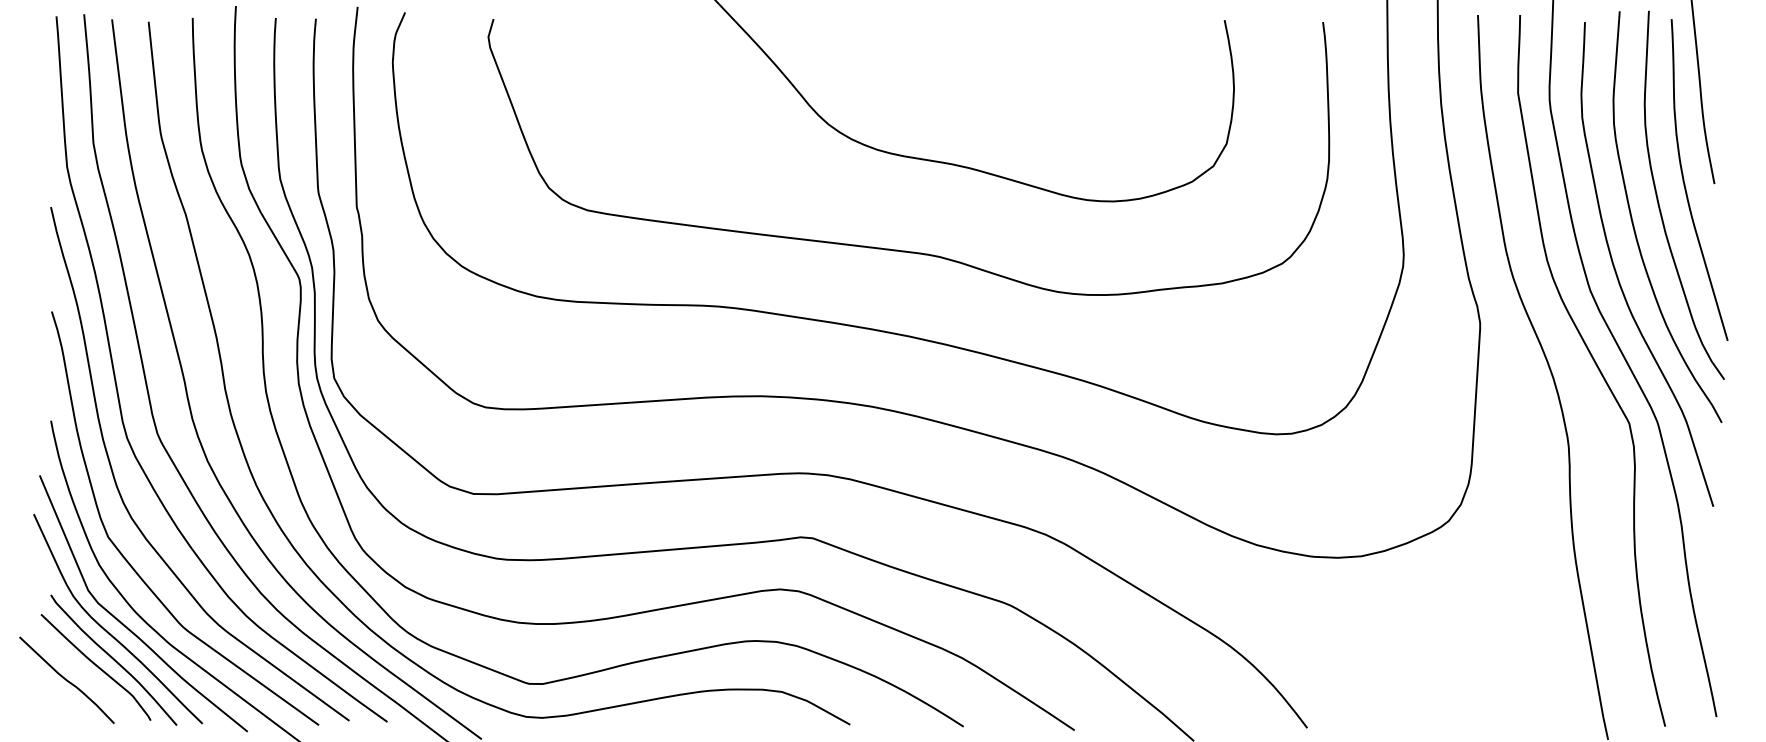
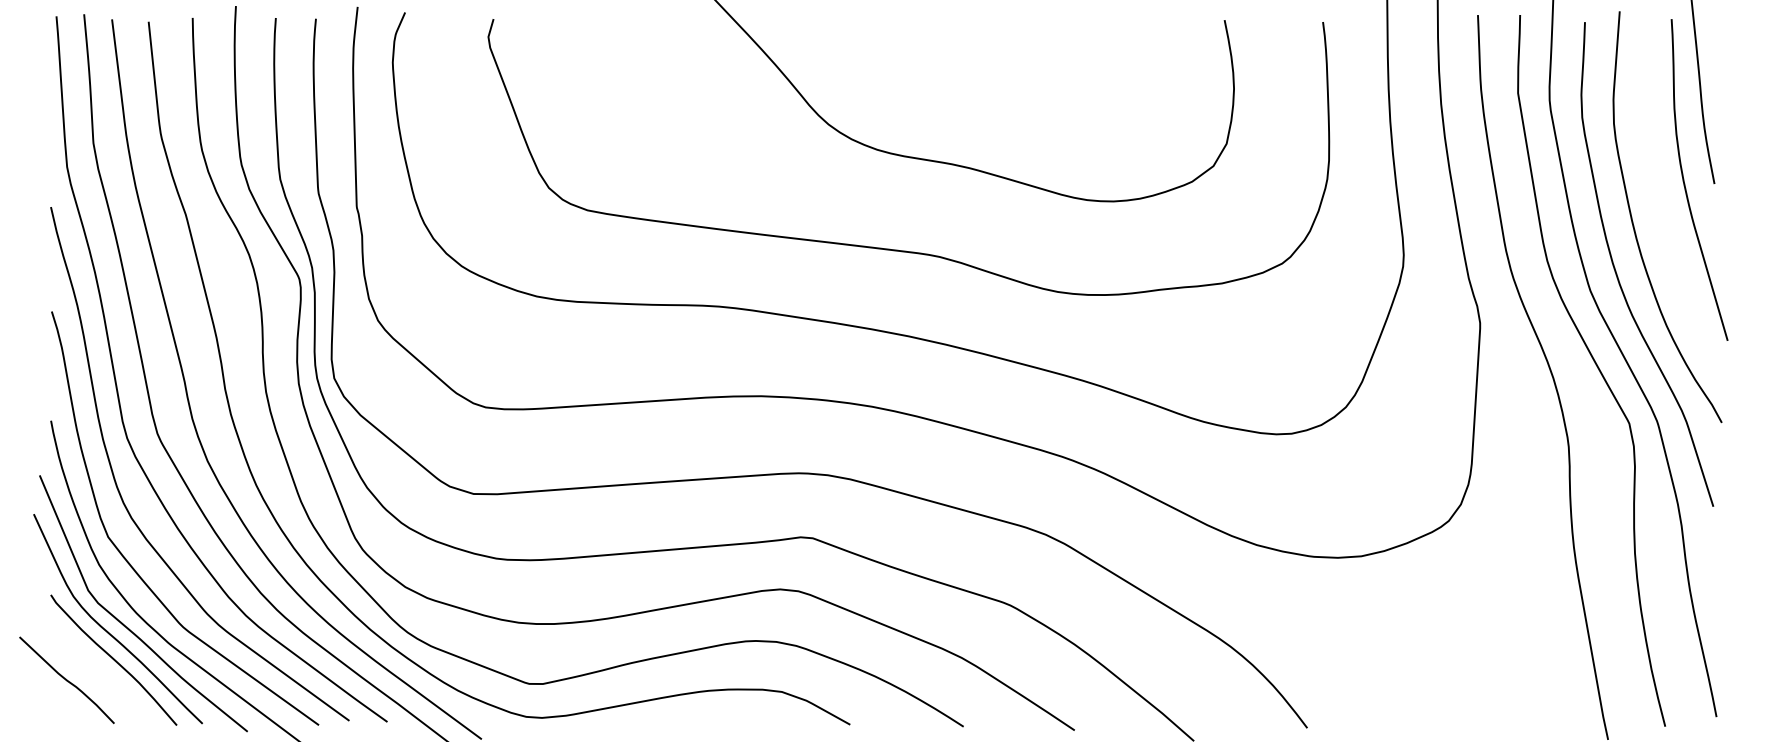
curve at (1659, 202): present -> none
curve at (96, 666): present -> none
